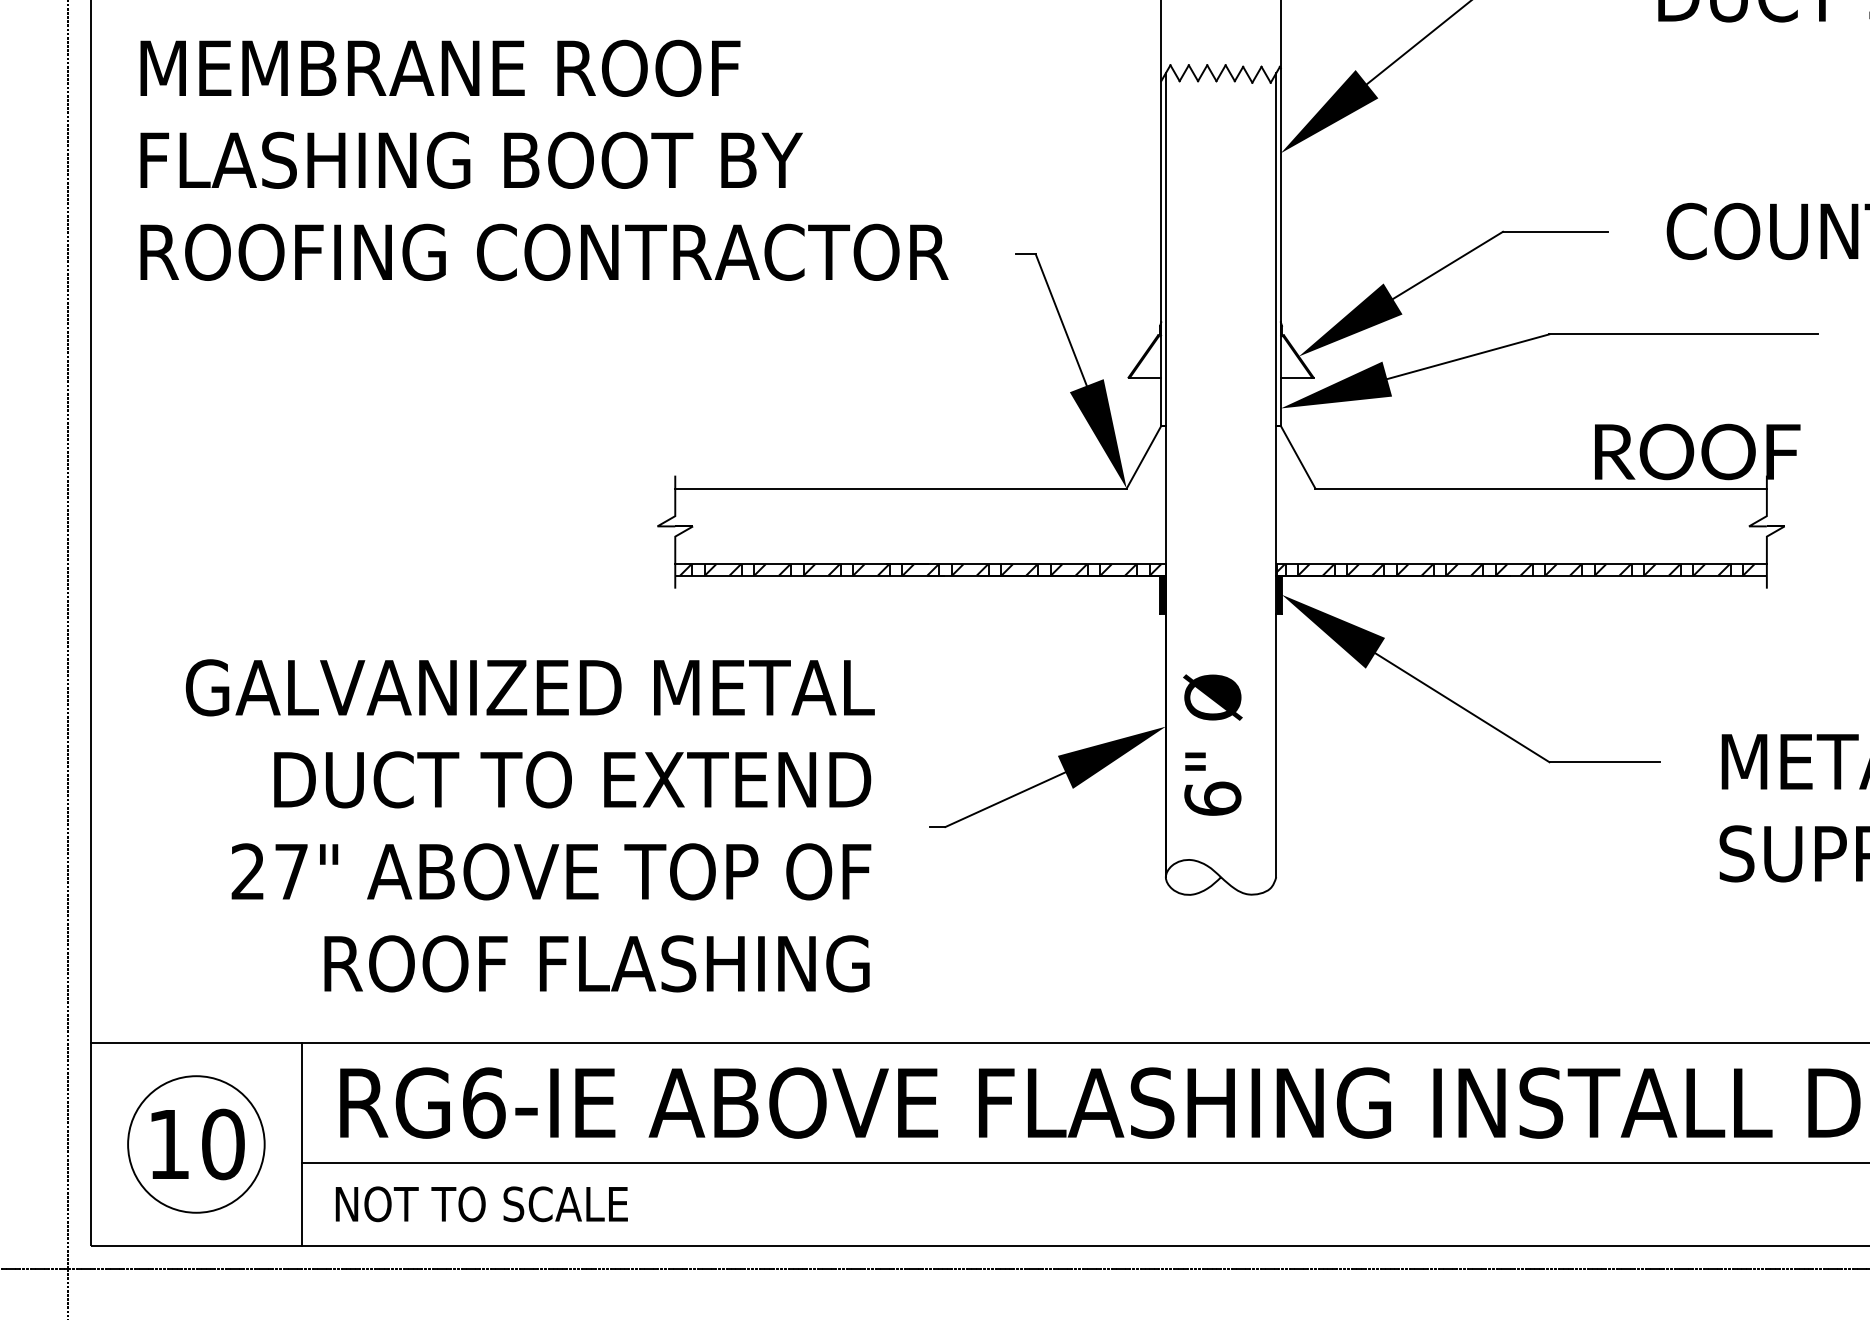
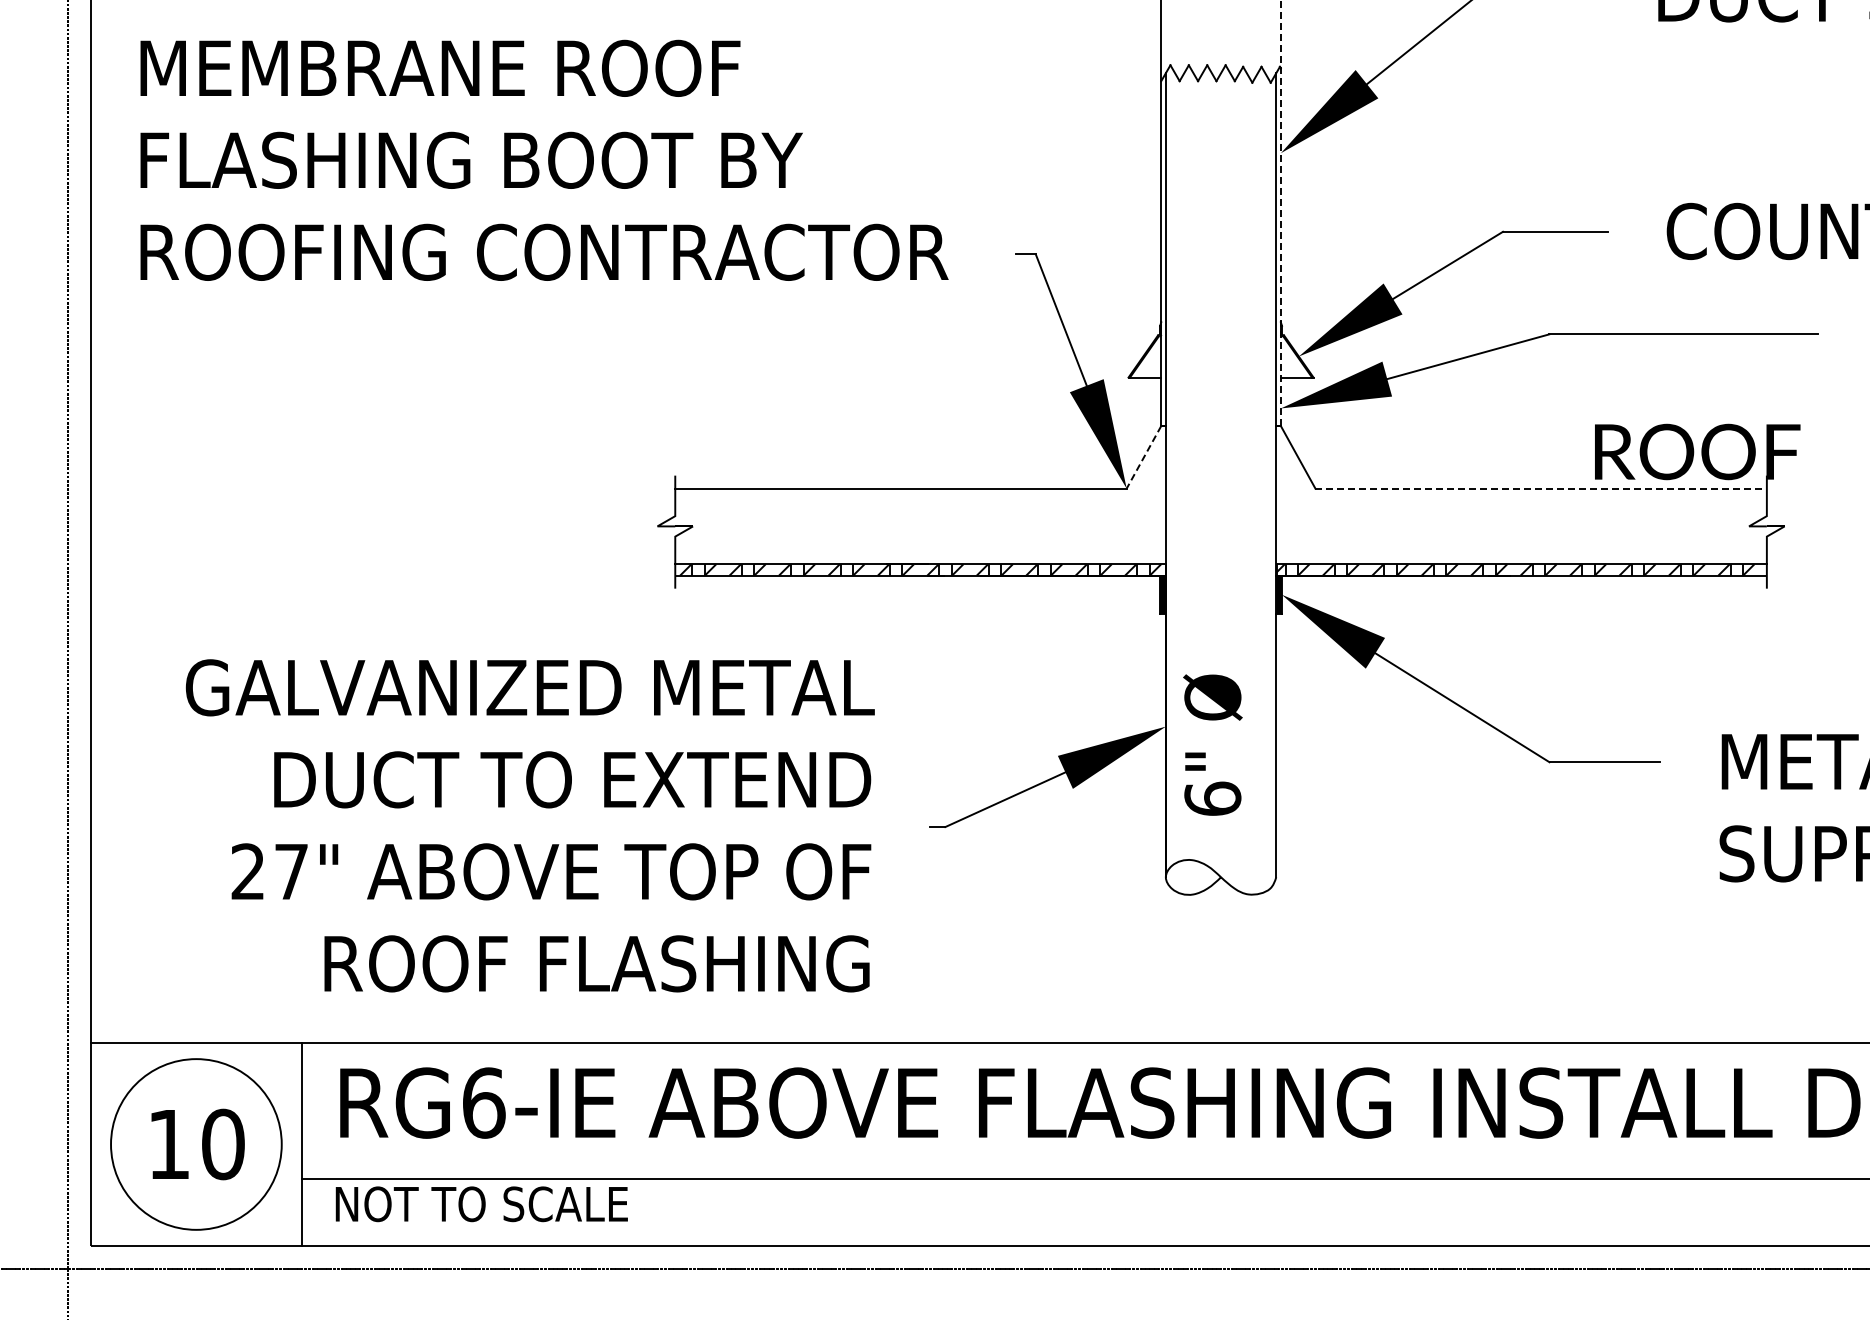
line at (1280, 213): solid -> dashed
line at (1143, 457): solid -> dashed
line at (1541, 488): solid -> dashed
circle at (196, 1144) diameter: 137 px -> 171 px
line at (1084, 1162) position: (1084, 1162) -> (1084, 1178)
